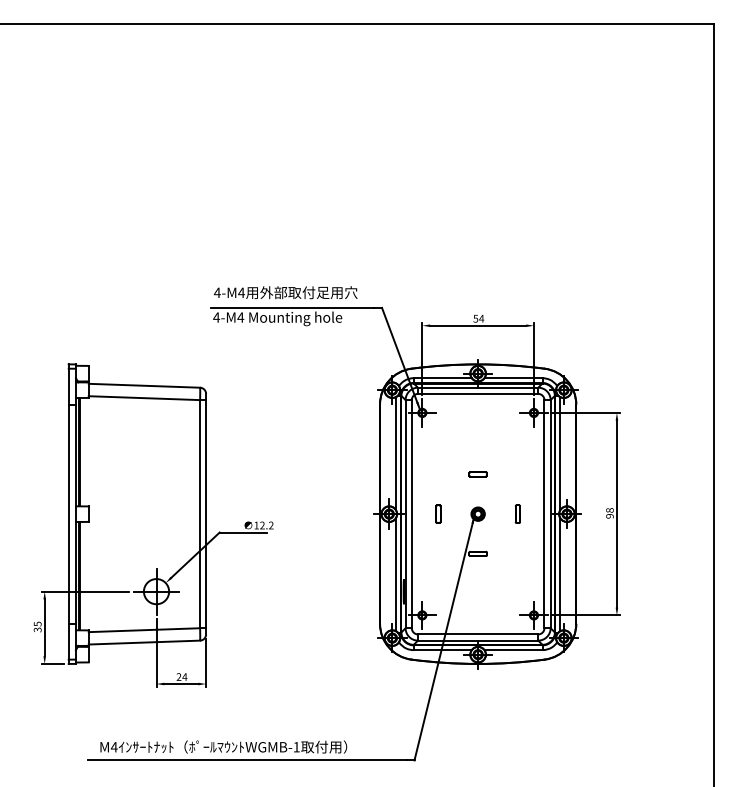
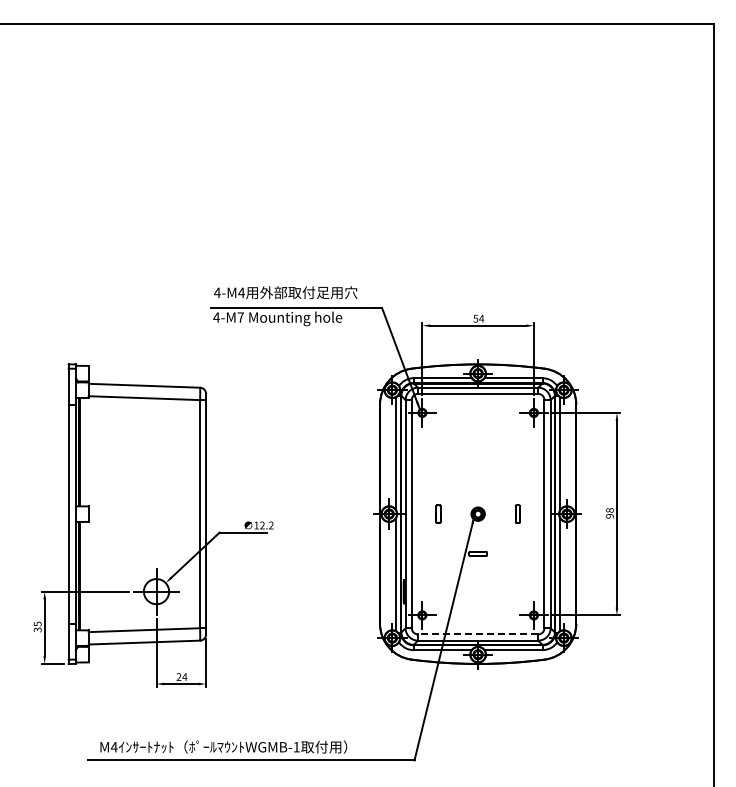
text at (240, 317): 4-M4 -> 4-M7
part at (477, 474): present -> none
line at (477, 634): solid -> dashed
